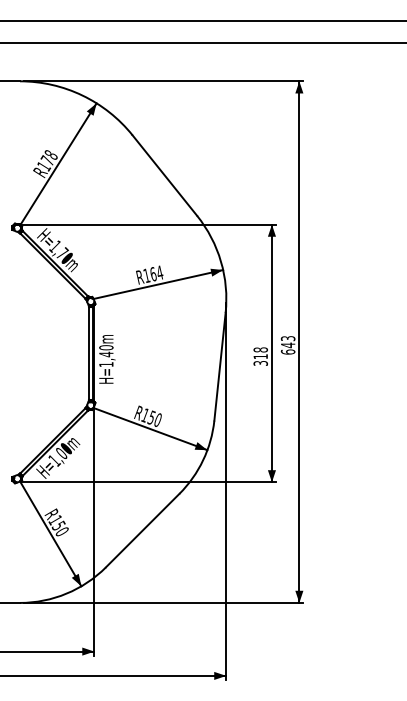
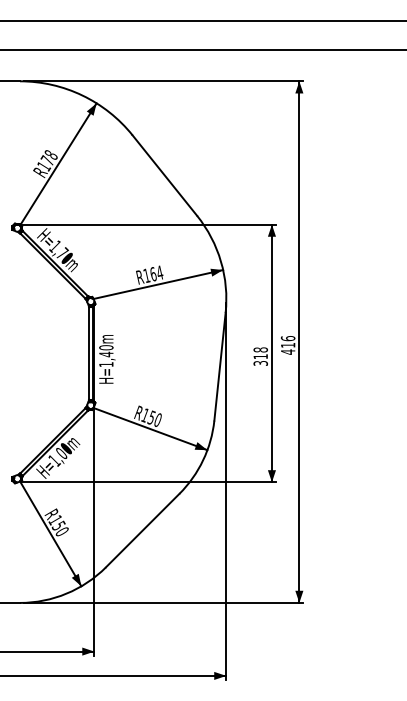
line at (202, 42) position: (202, 42) -> (202, 49)
text at (287, 345): 643 -> 416
